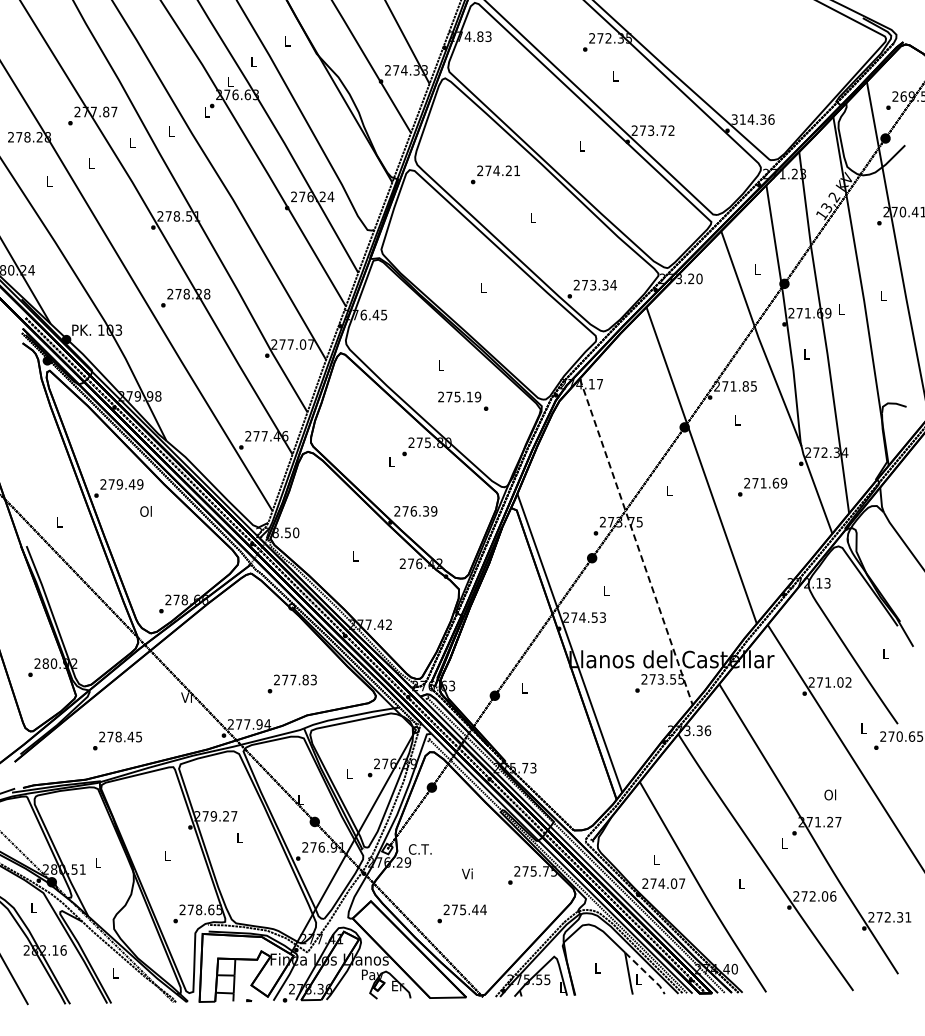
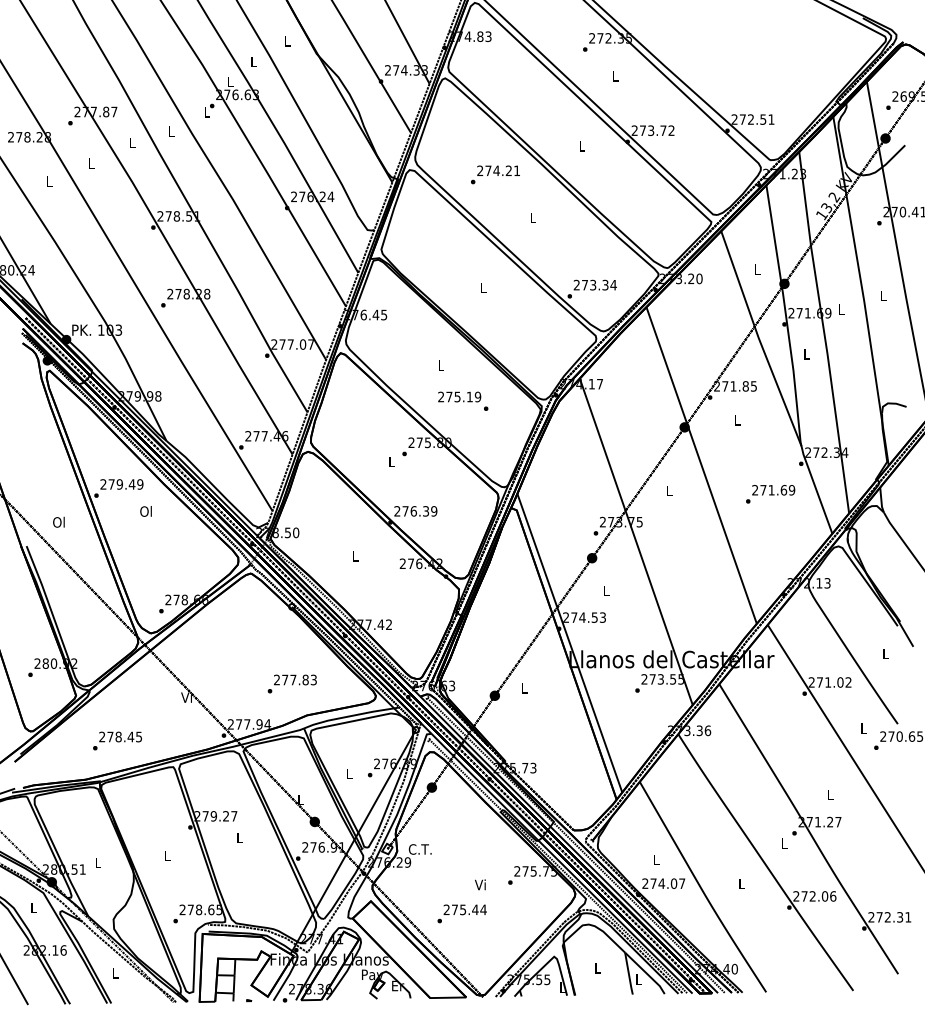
text at (752, 119): 314.36 -> 272.51
text at (762, 487) position: (762, 487) -> (770, 494)
text at (58, 521): L -> Ol
line at (636, 541): dashed -> solid
text at (830, 794): Ol -> L
text at (467, 873) position: (467, 873) -> (480, 884)
line at (646, 973): dashed -> solid
